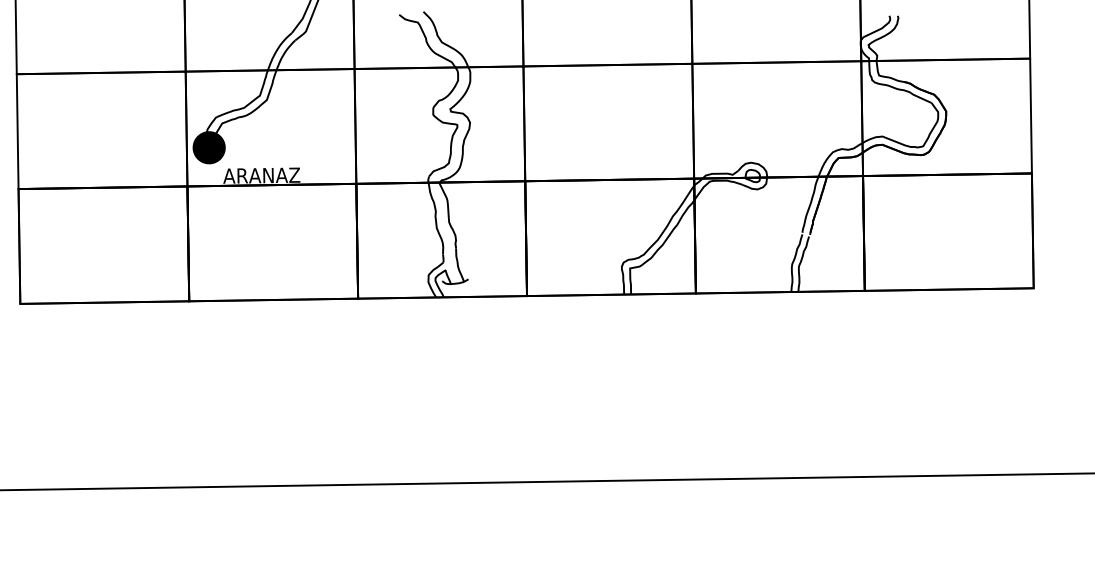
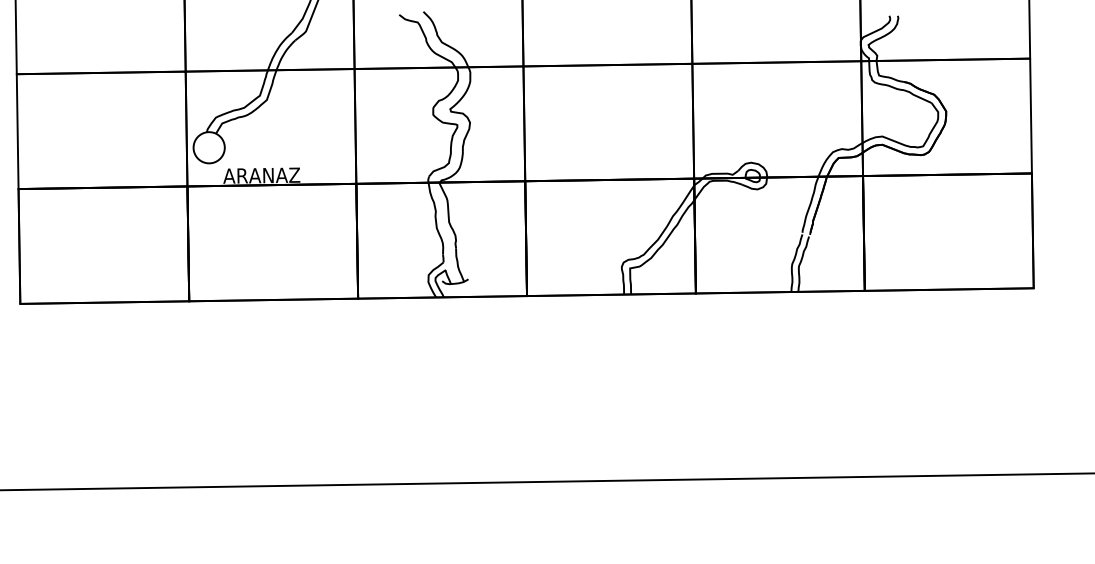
fill at (208, 147): present -> none
fill at (209, 147): present -> none
